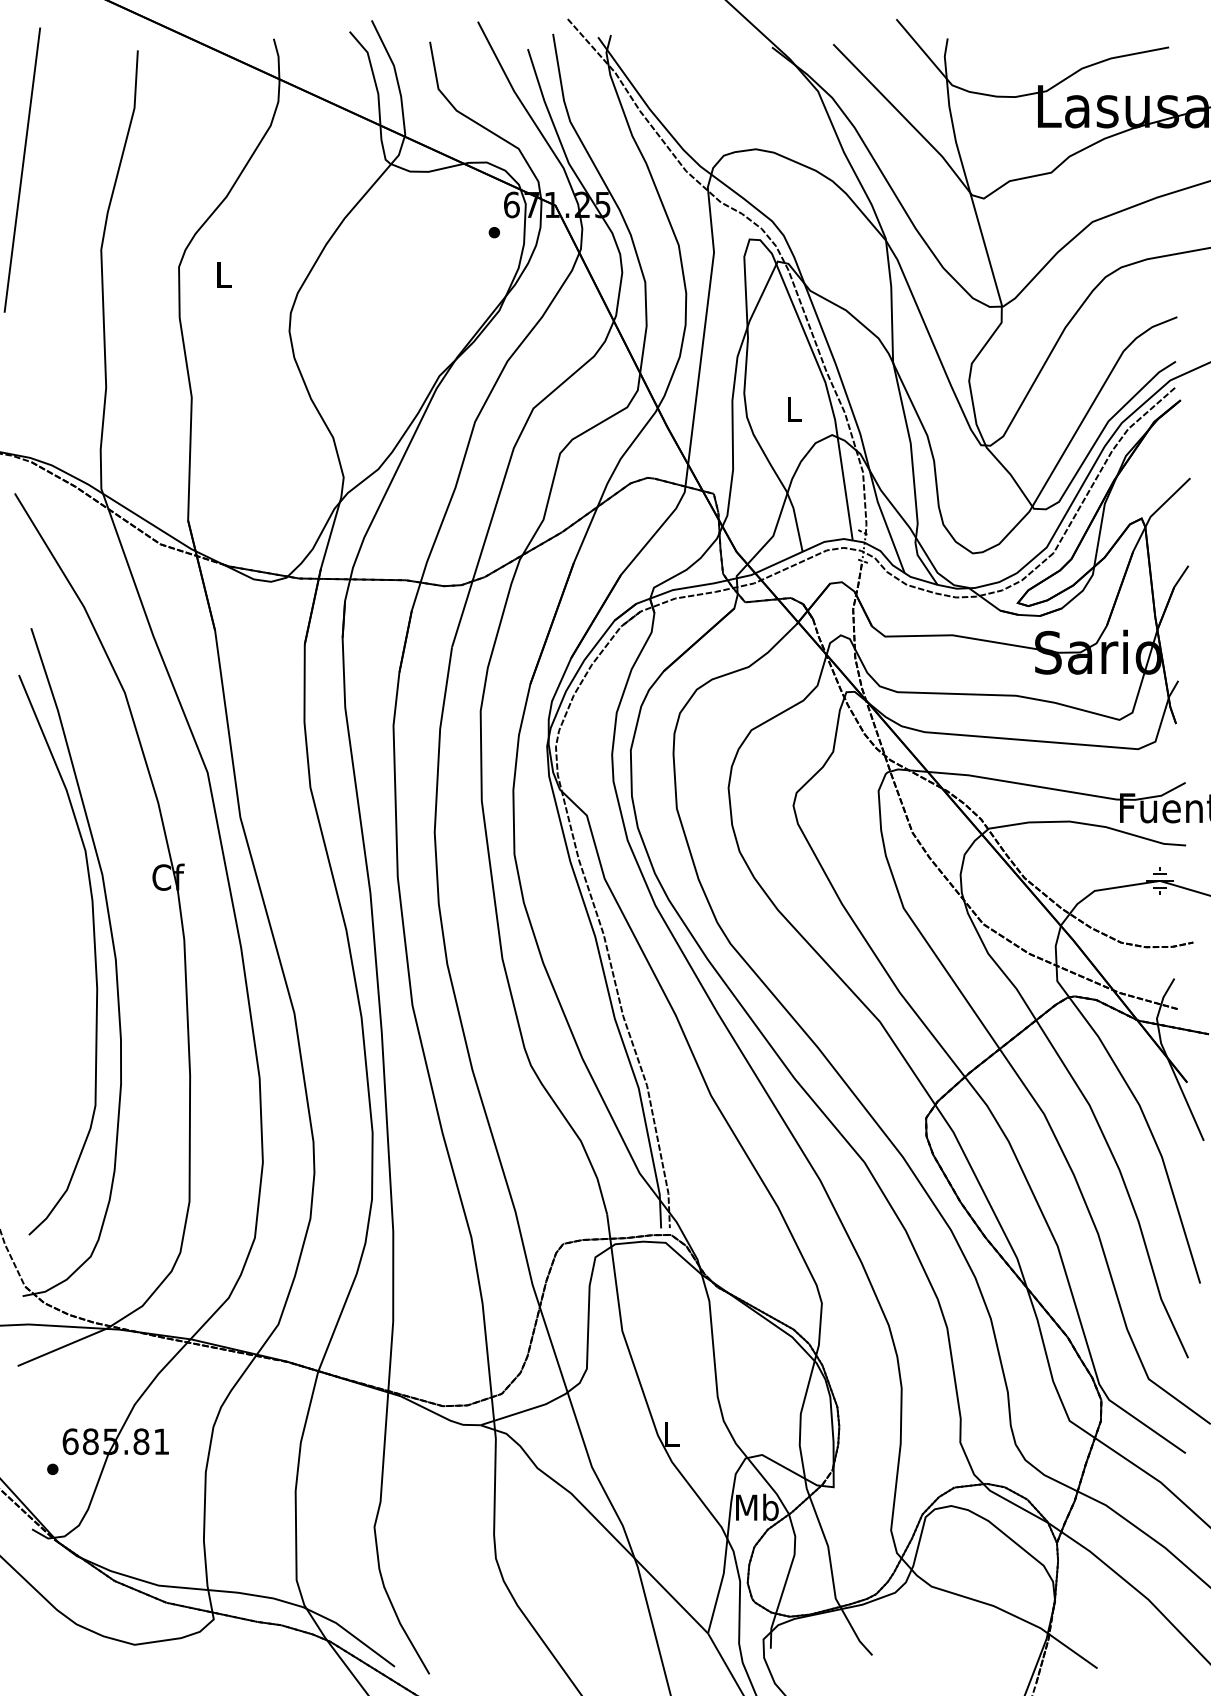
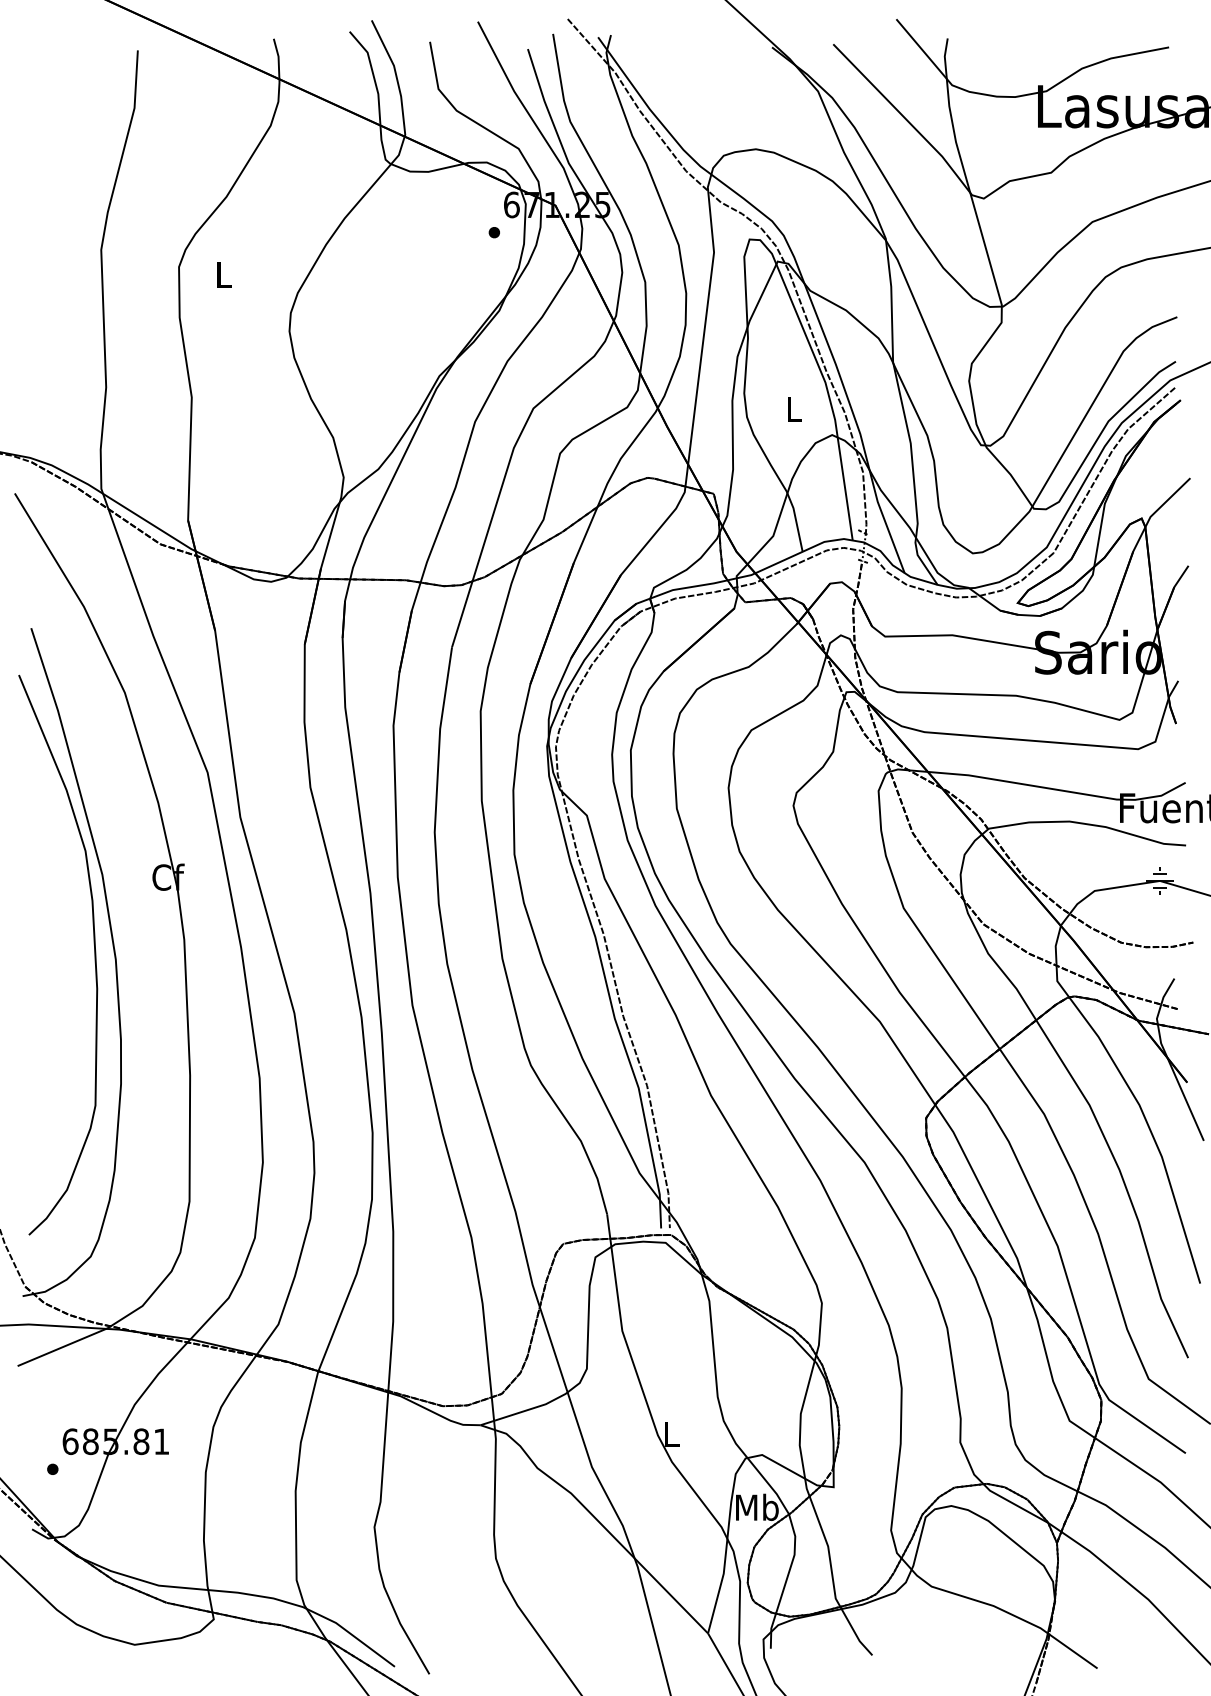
line at (21, 169): present -> none
